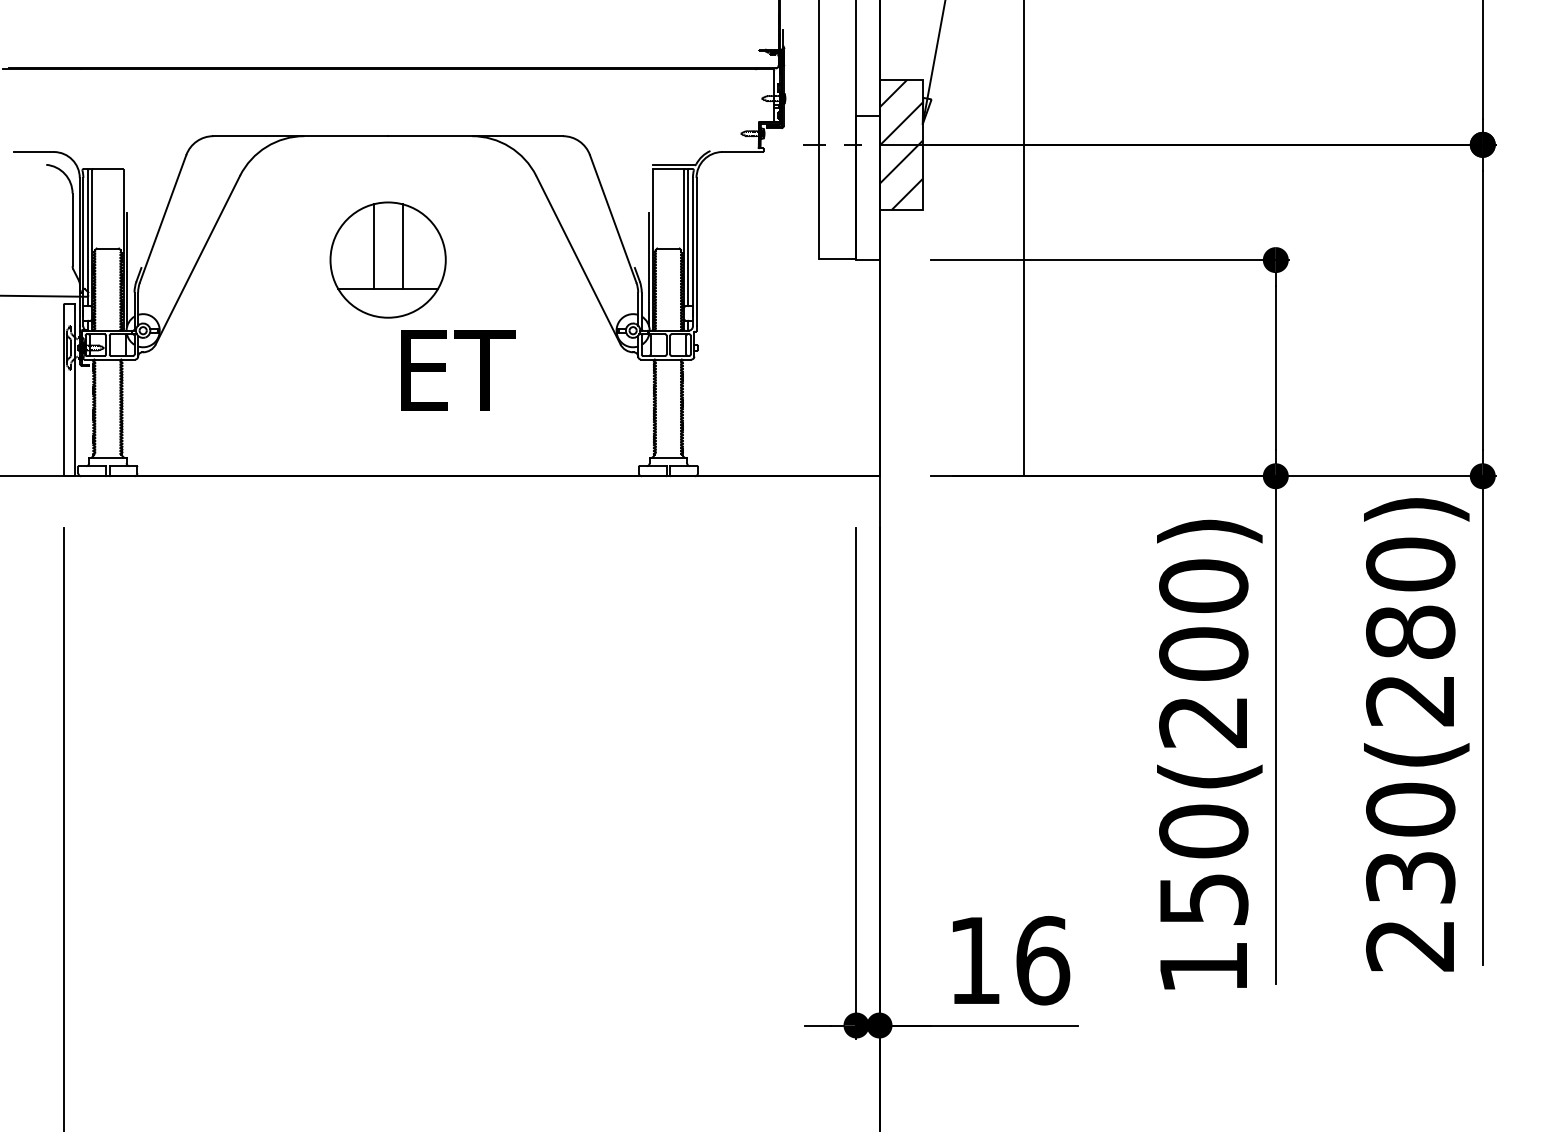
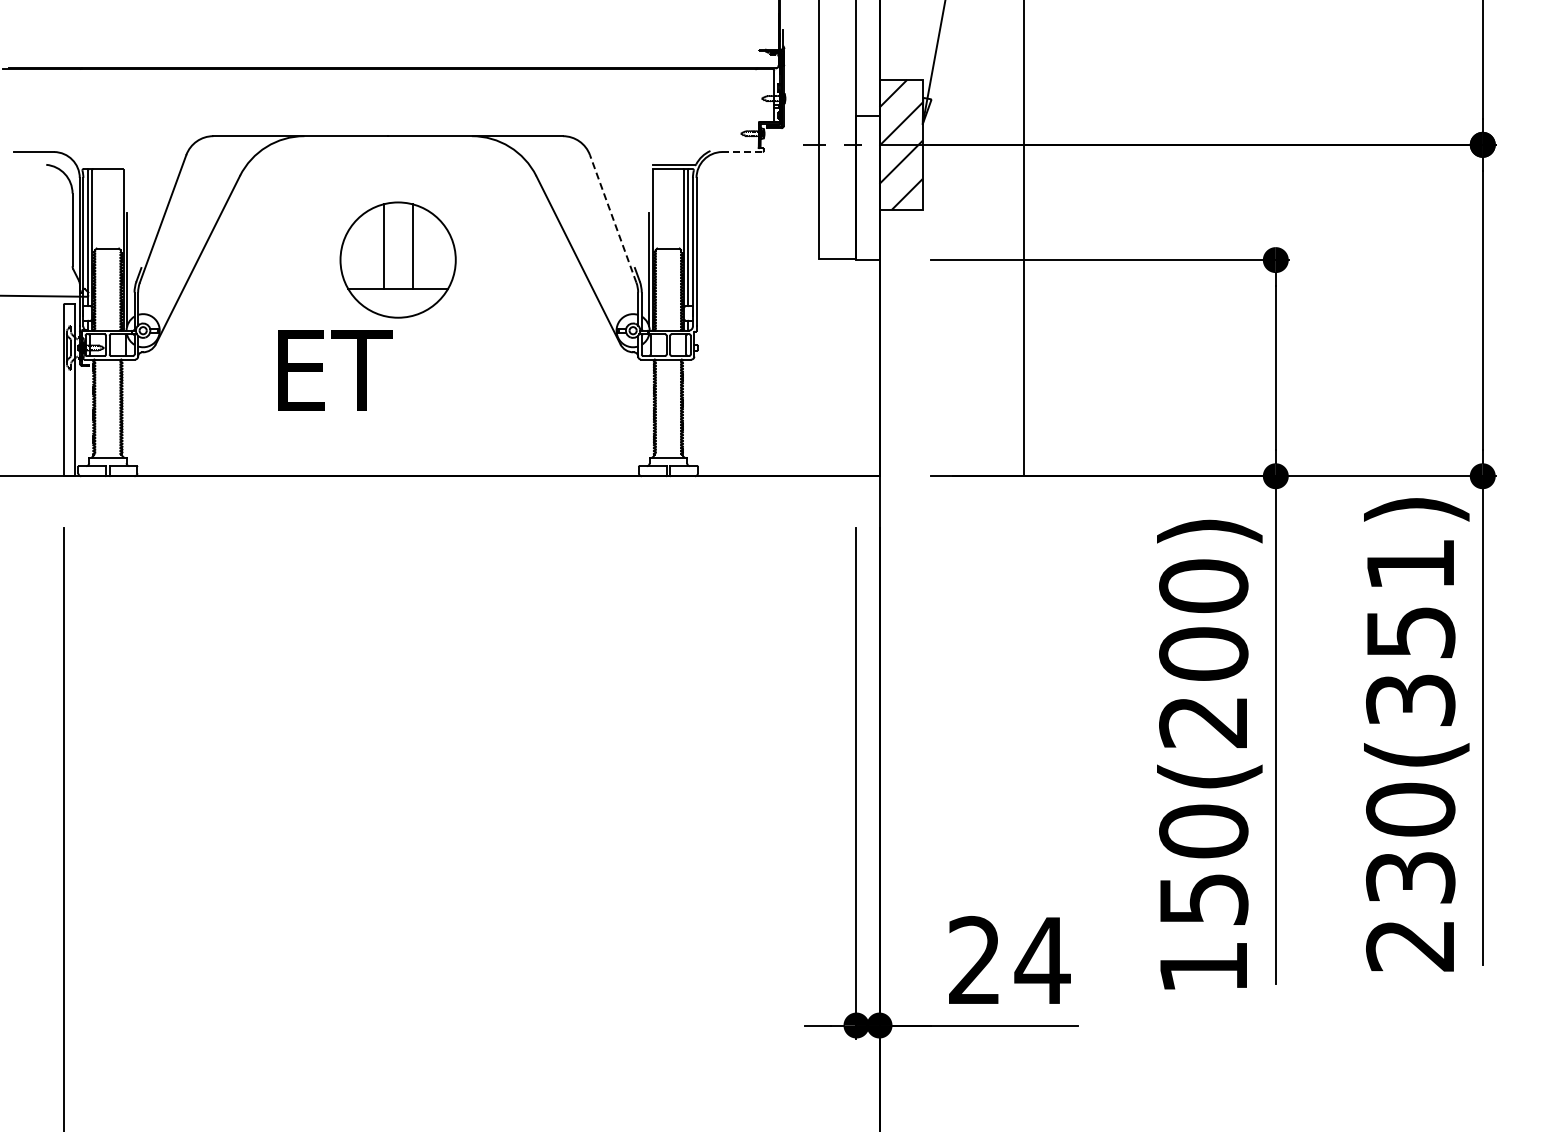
line at (742, 152): solid -> dashed
line at (613, 218): solid -> dashed
part at (387, 259) position: (387, 259) -> (397, 259)
text at (458, 370) position: (458, 370) -> (335, 370)
text at (1410, 631): 230(280) -> 230(351)
text at (1009, 960): 16 -> 24
